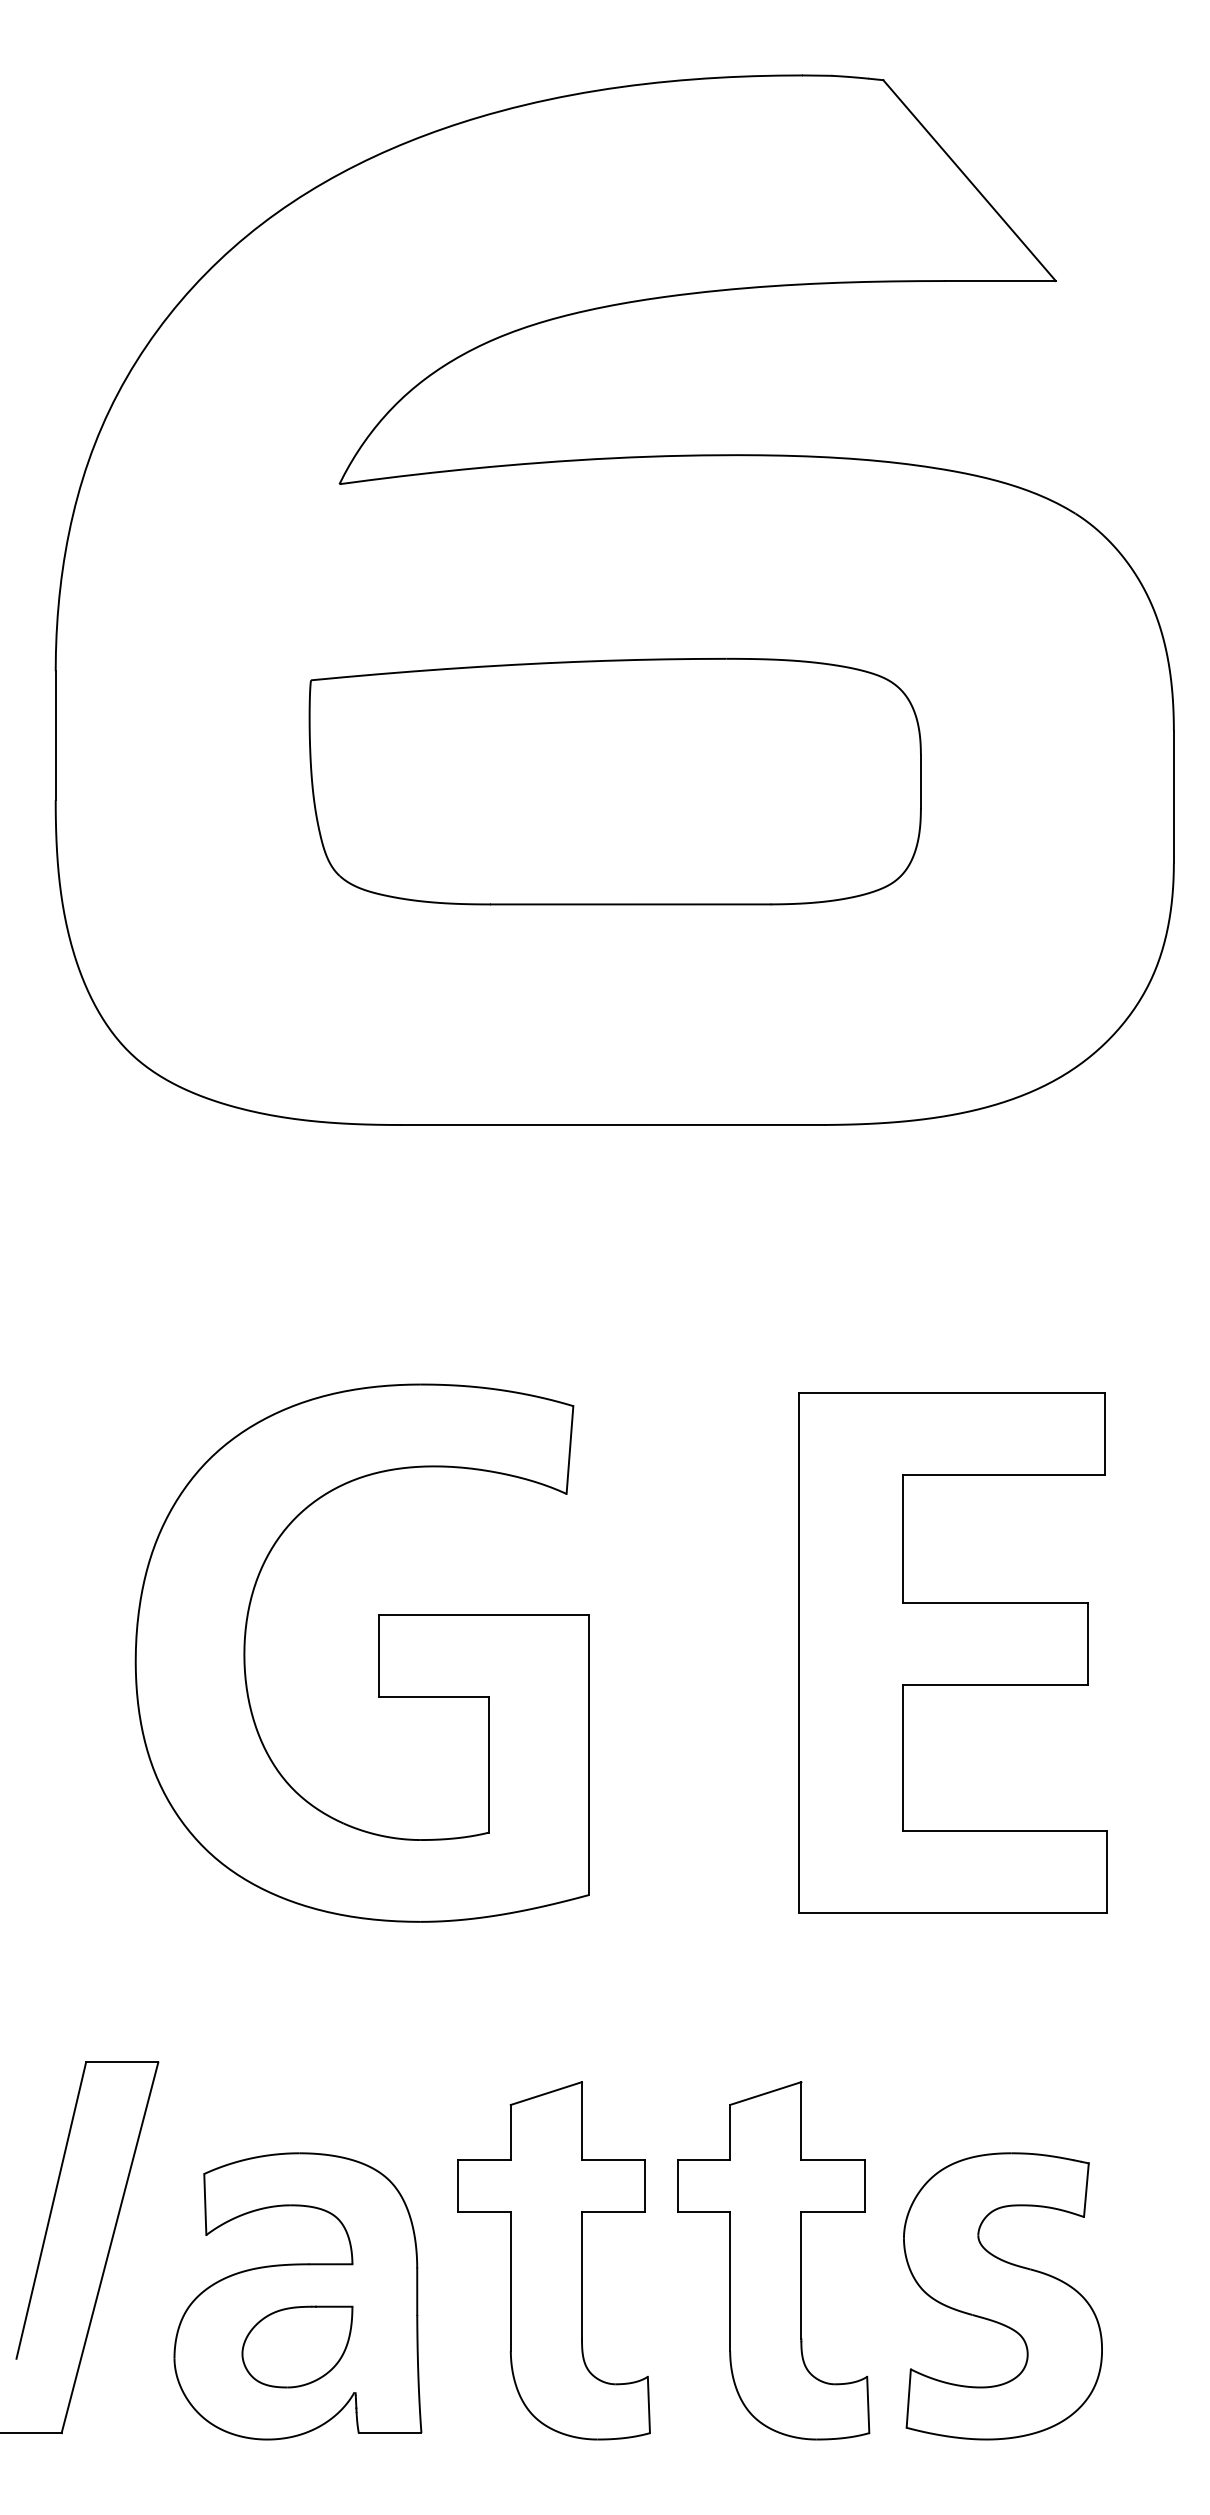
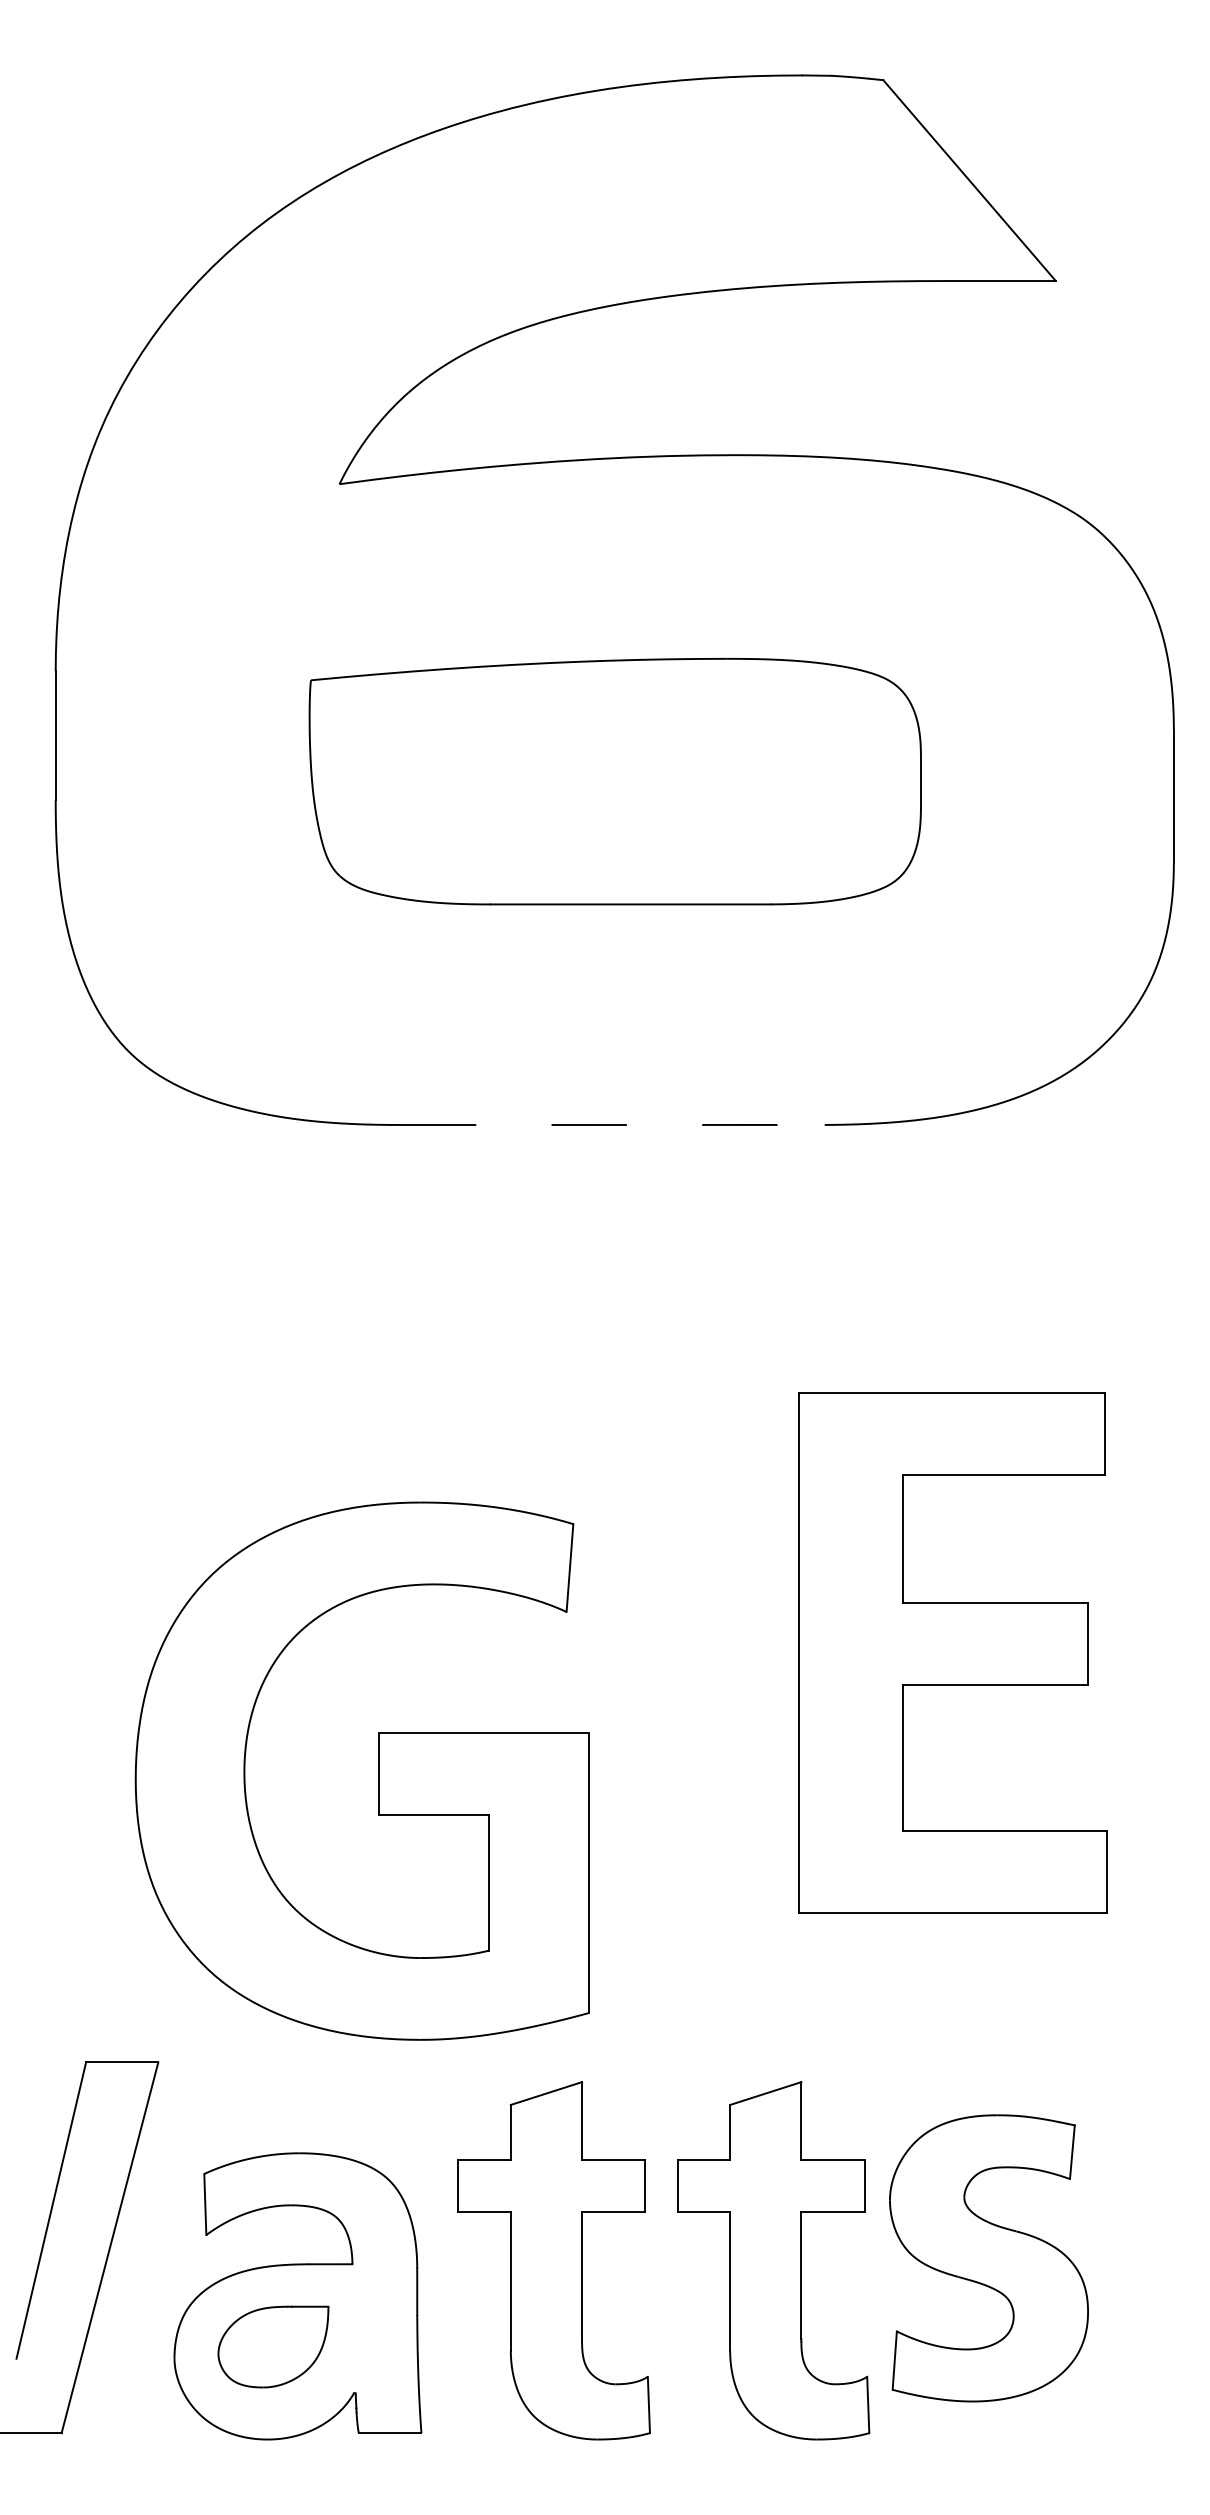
line at (612, 1124): solid -> dashed
part at (378, 1652) position: (378, 1652) -> (378, 1770)
part at (1002, 2296) position: (1002, 2296) -> (988, 2258)
part at (297, 2346) position: (297, 2346) -> (273, 2346)
